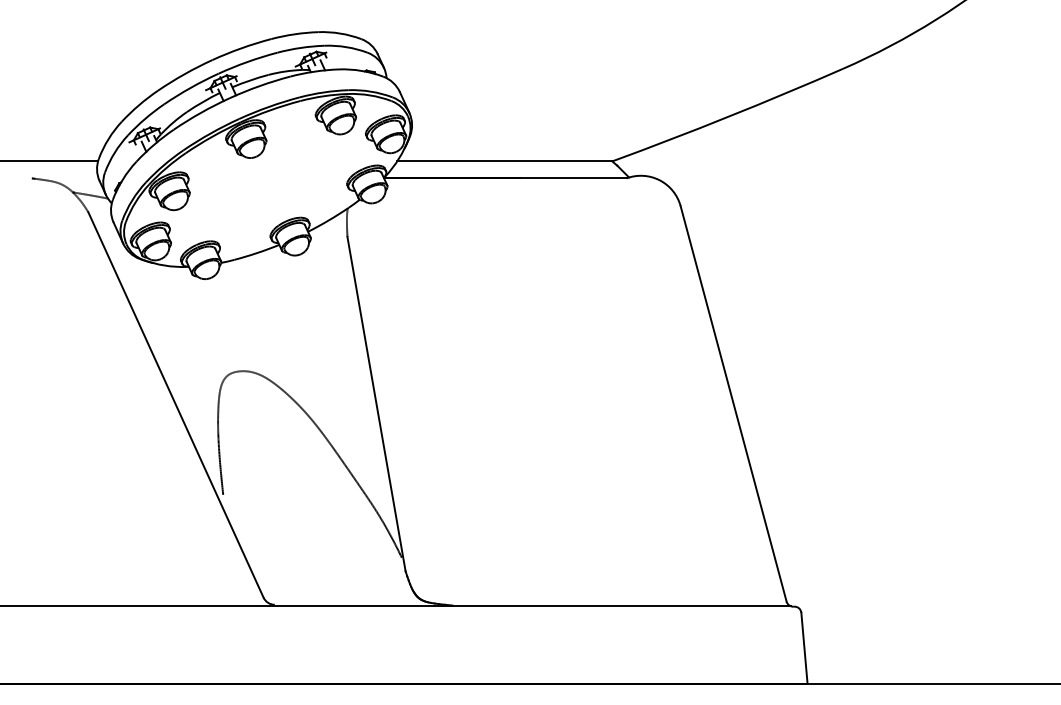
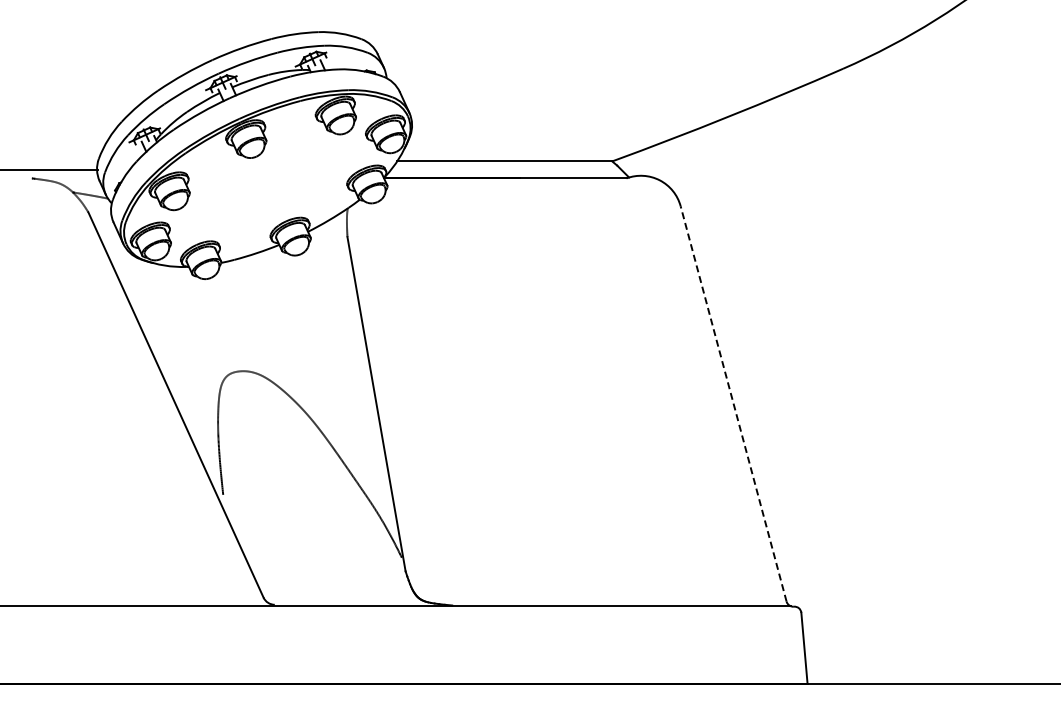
line at (50, 161) position: (50, 161) -> (50, 170)
line at (733, 403): solid -> dashed
